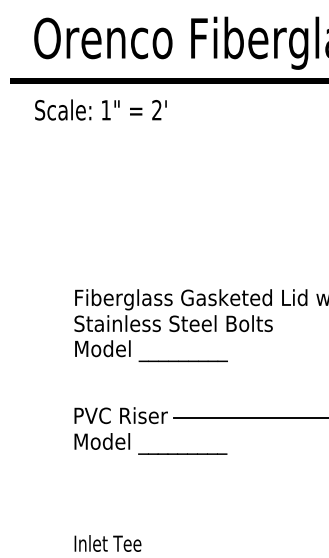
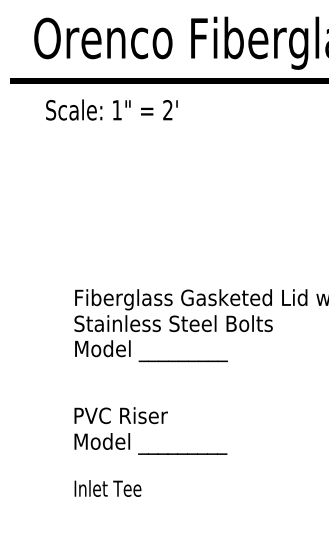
text at (100, 109) position: (100, 109) -> (111, 109)
line at (249, 417): present -> none
text at (107, 543) position: (107, 543) -> (107, 488)
